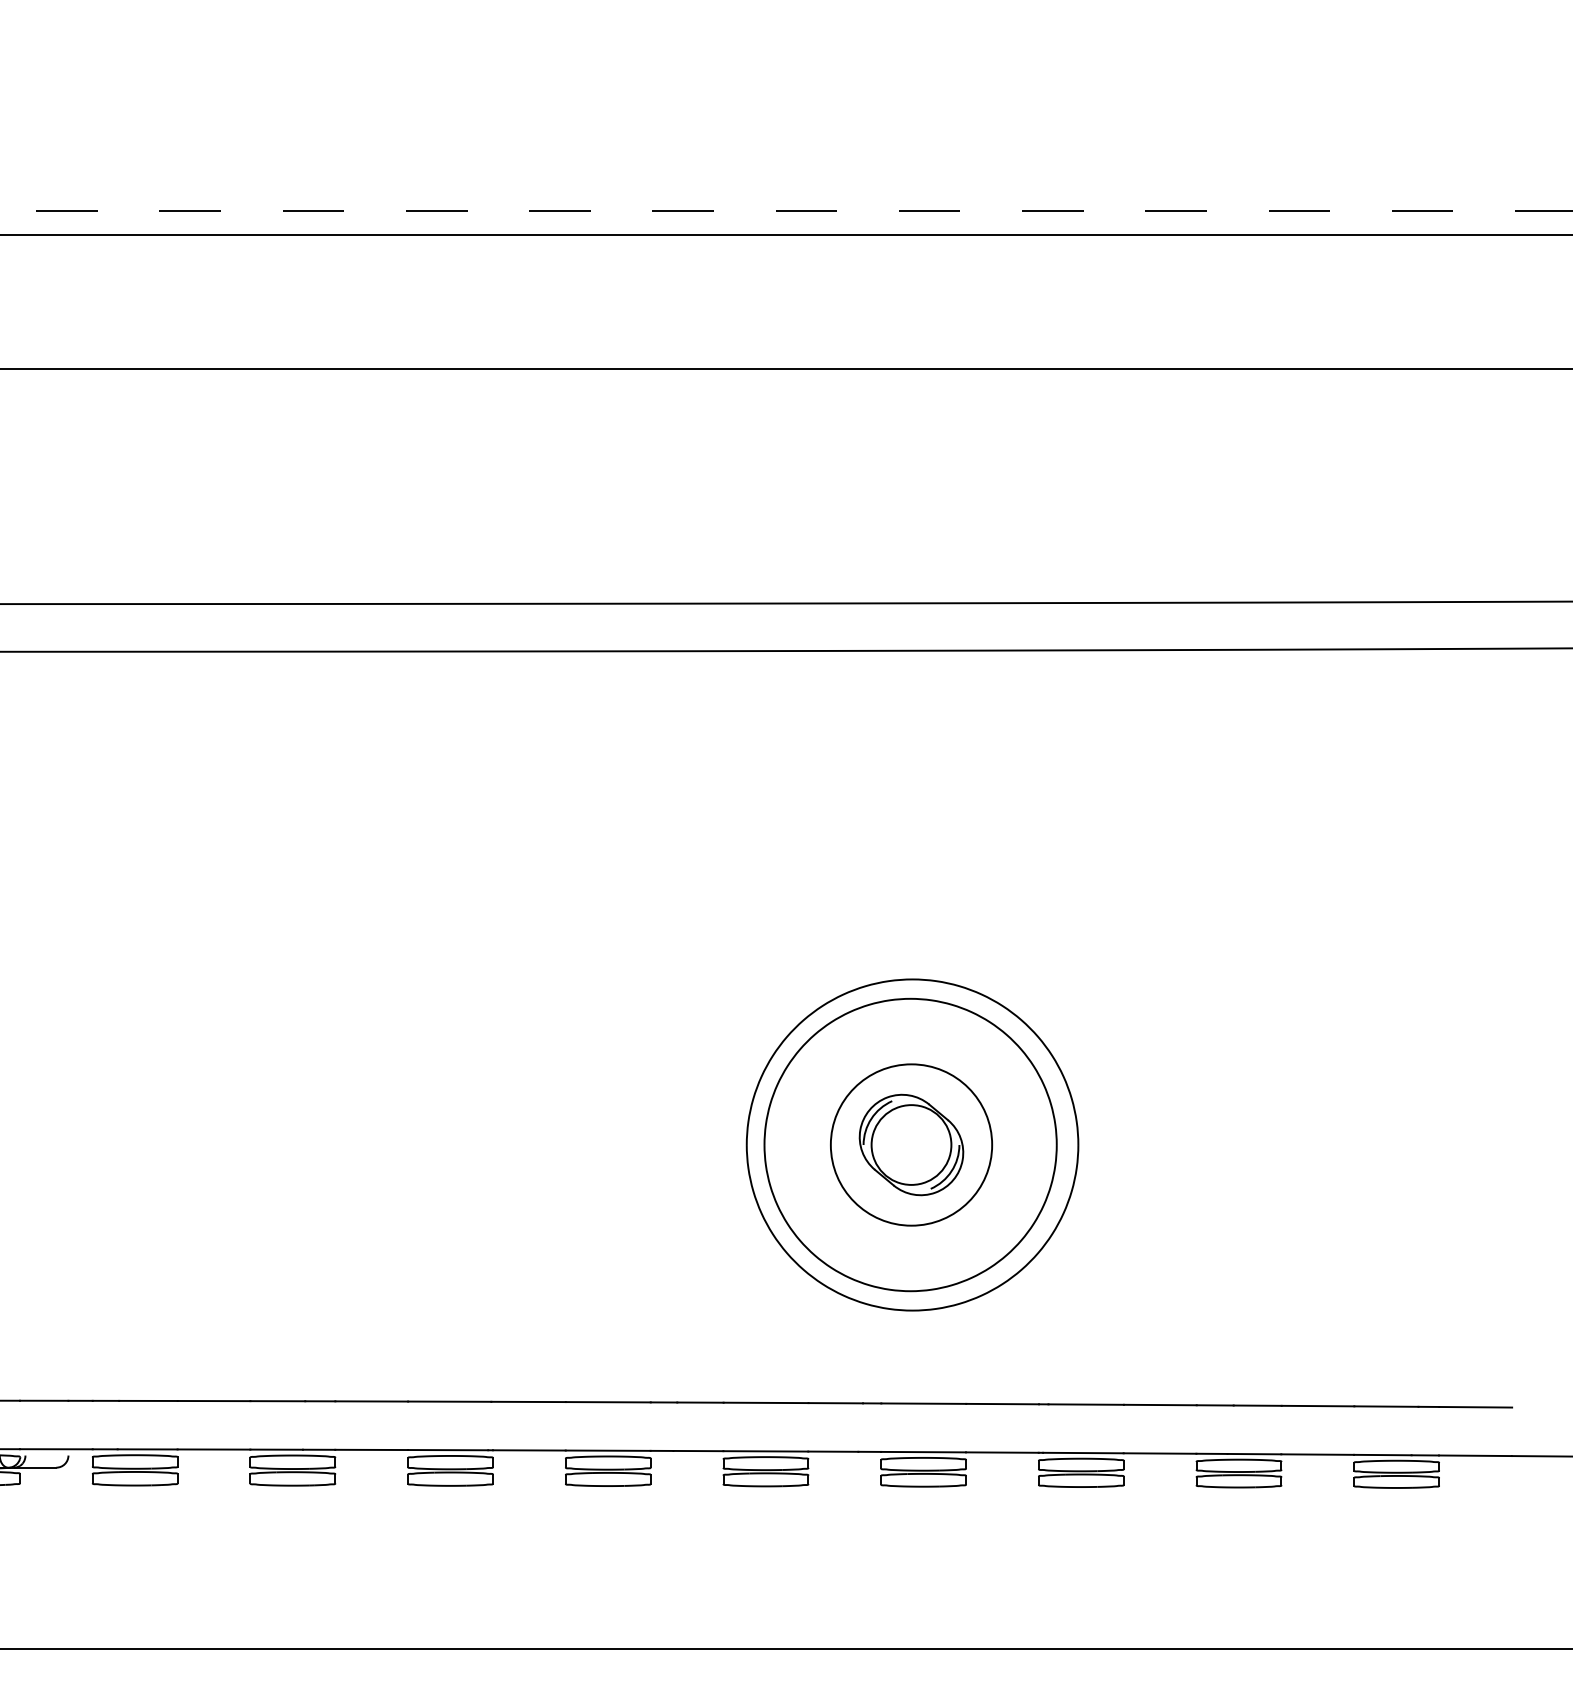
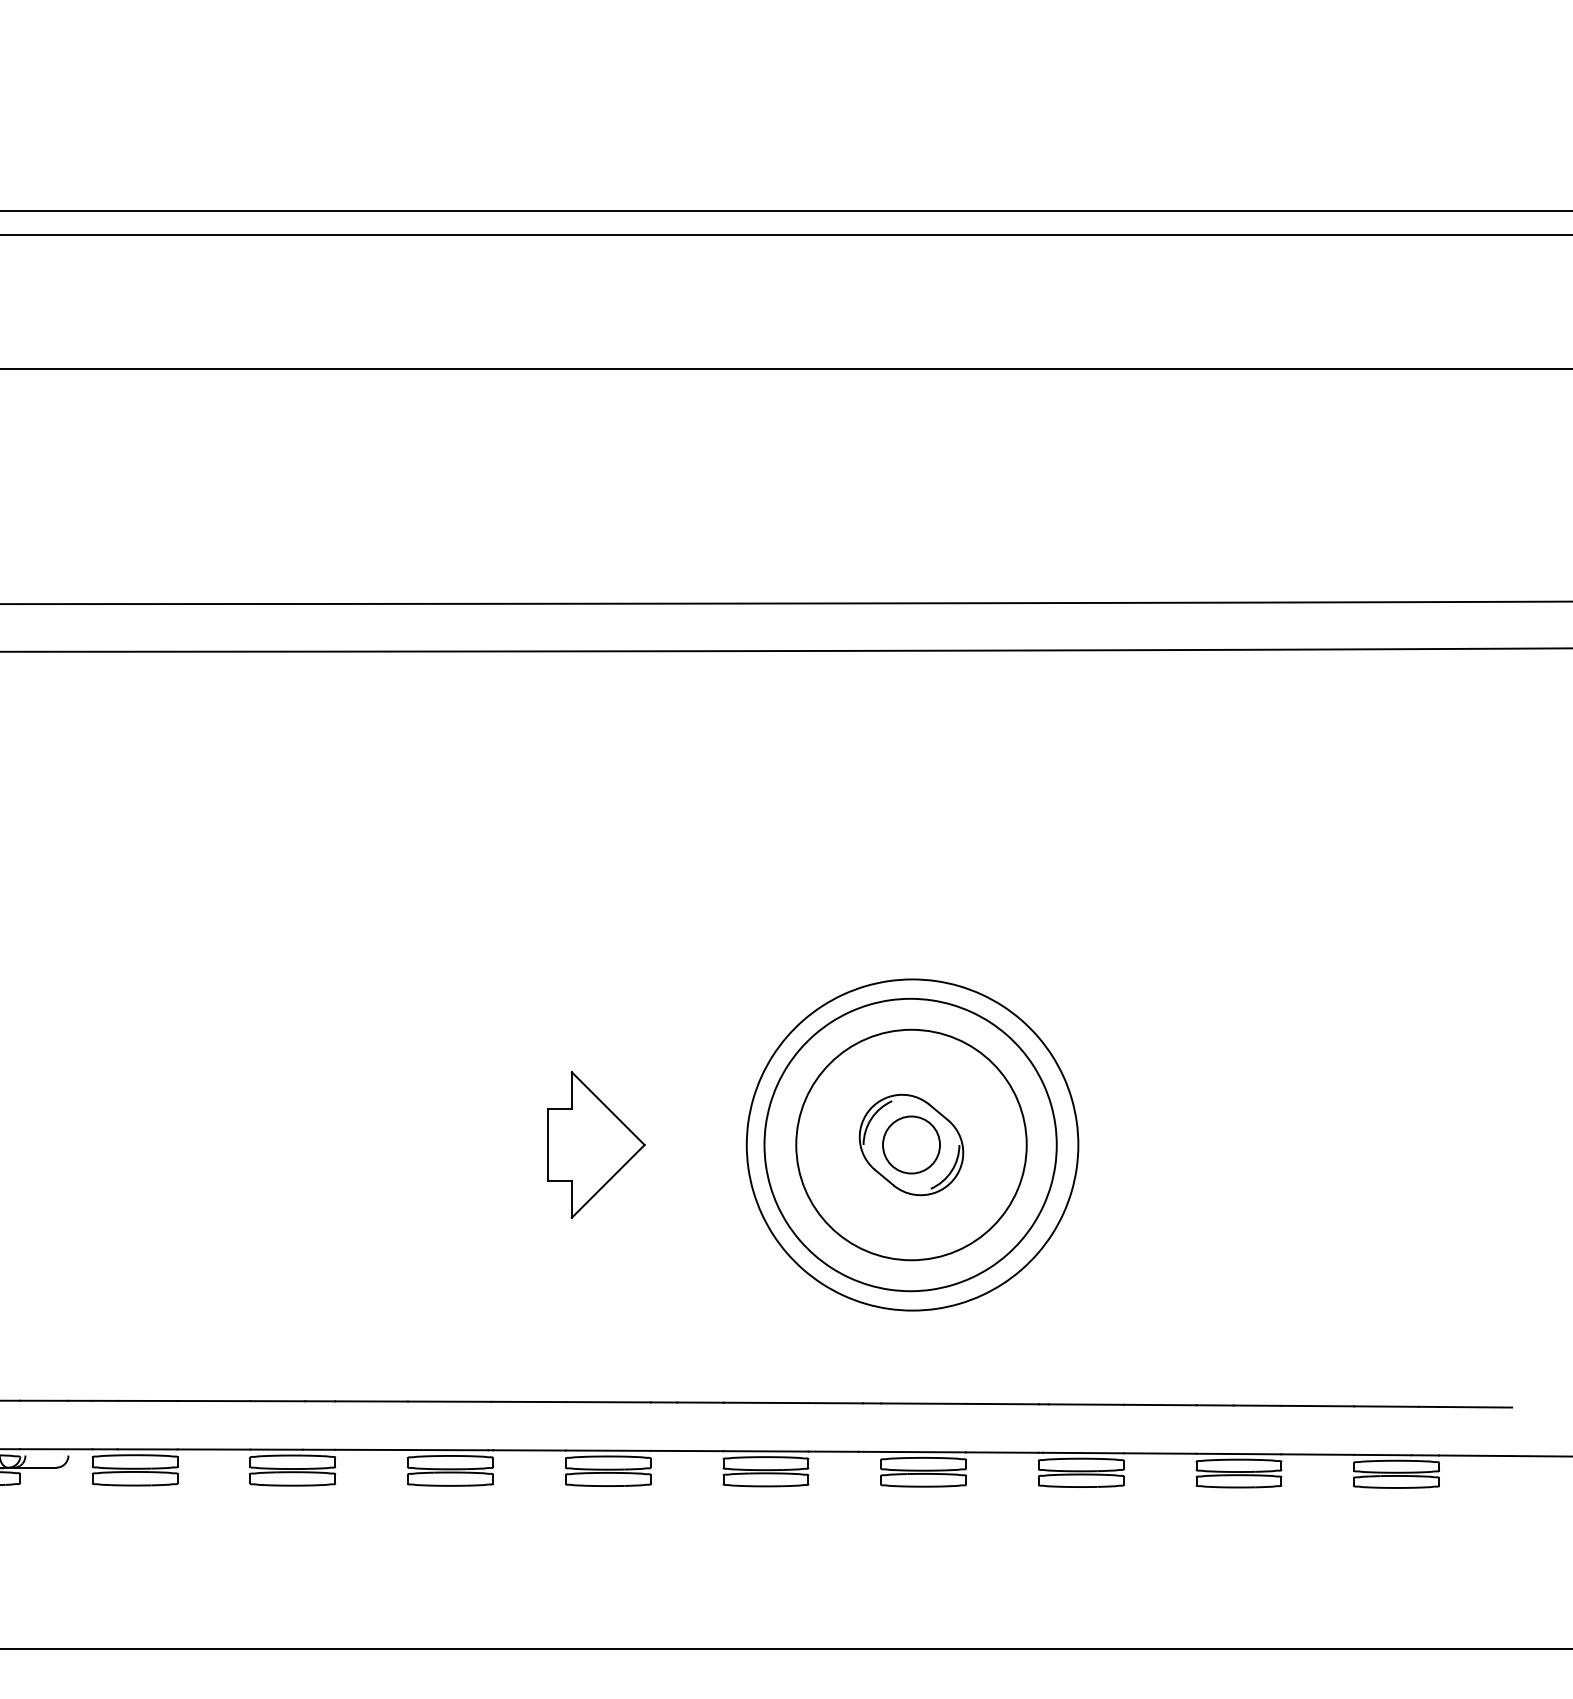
line at (786, 211): dashed -> solid
part at (596, 1144): none -> present
circle at (911, 1144) diameter: 161 px -> 230 px
circle at (911, 1144) diameter: 80 px -> 57 px
